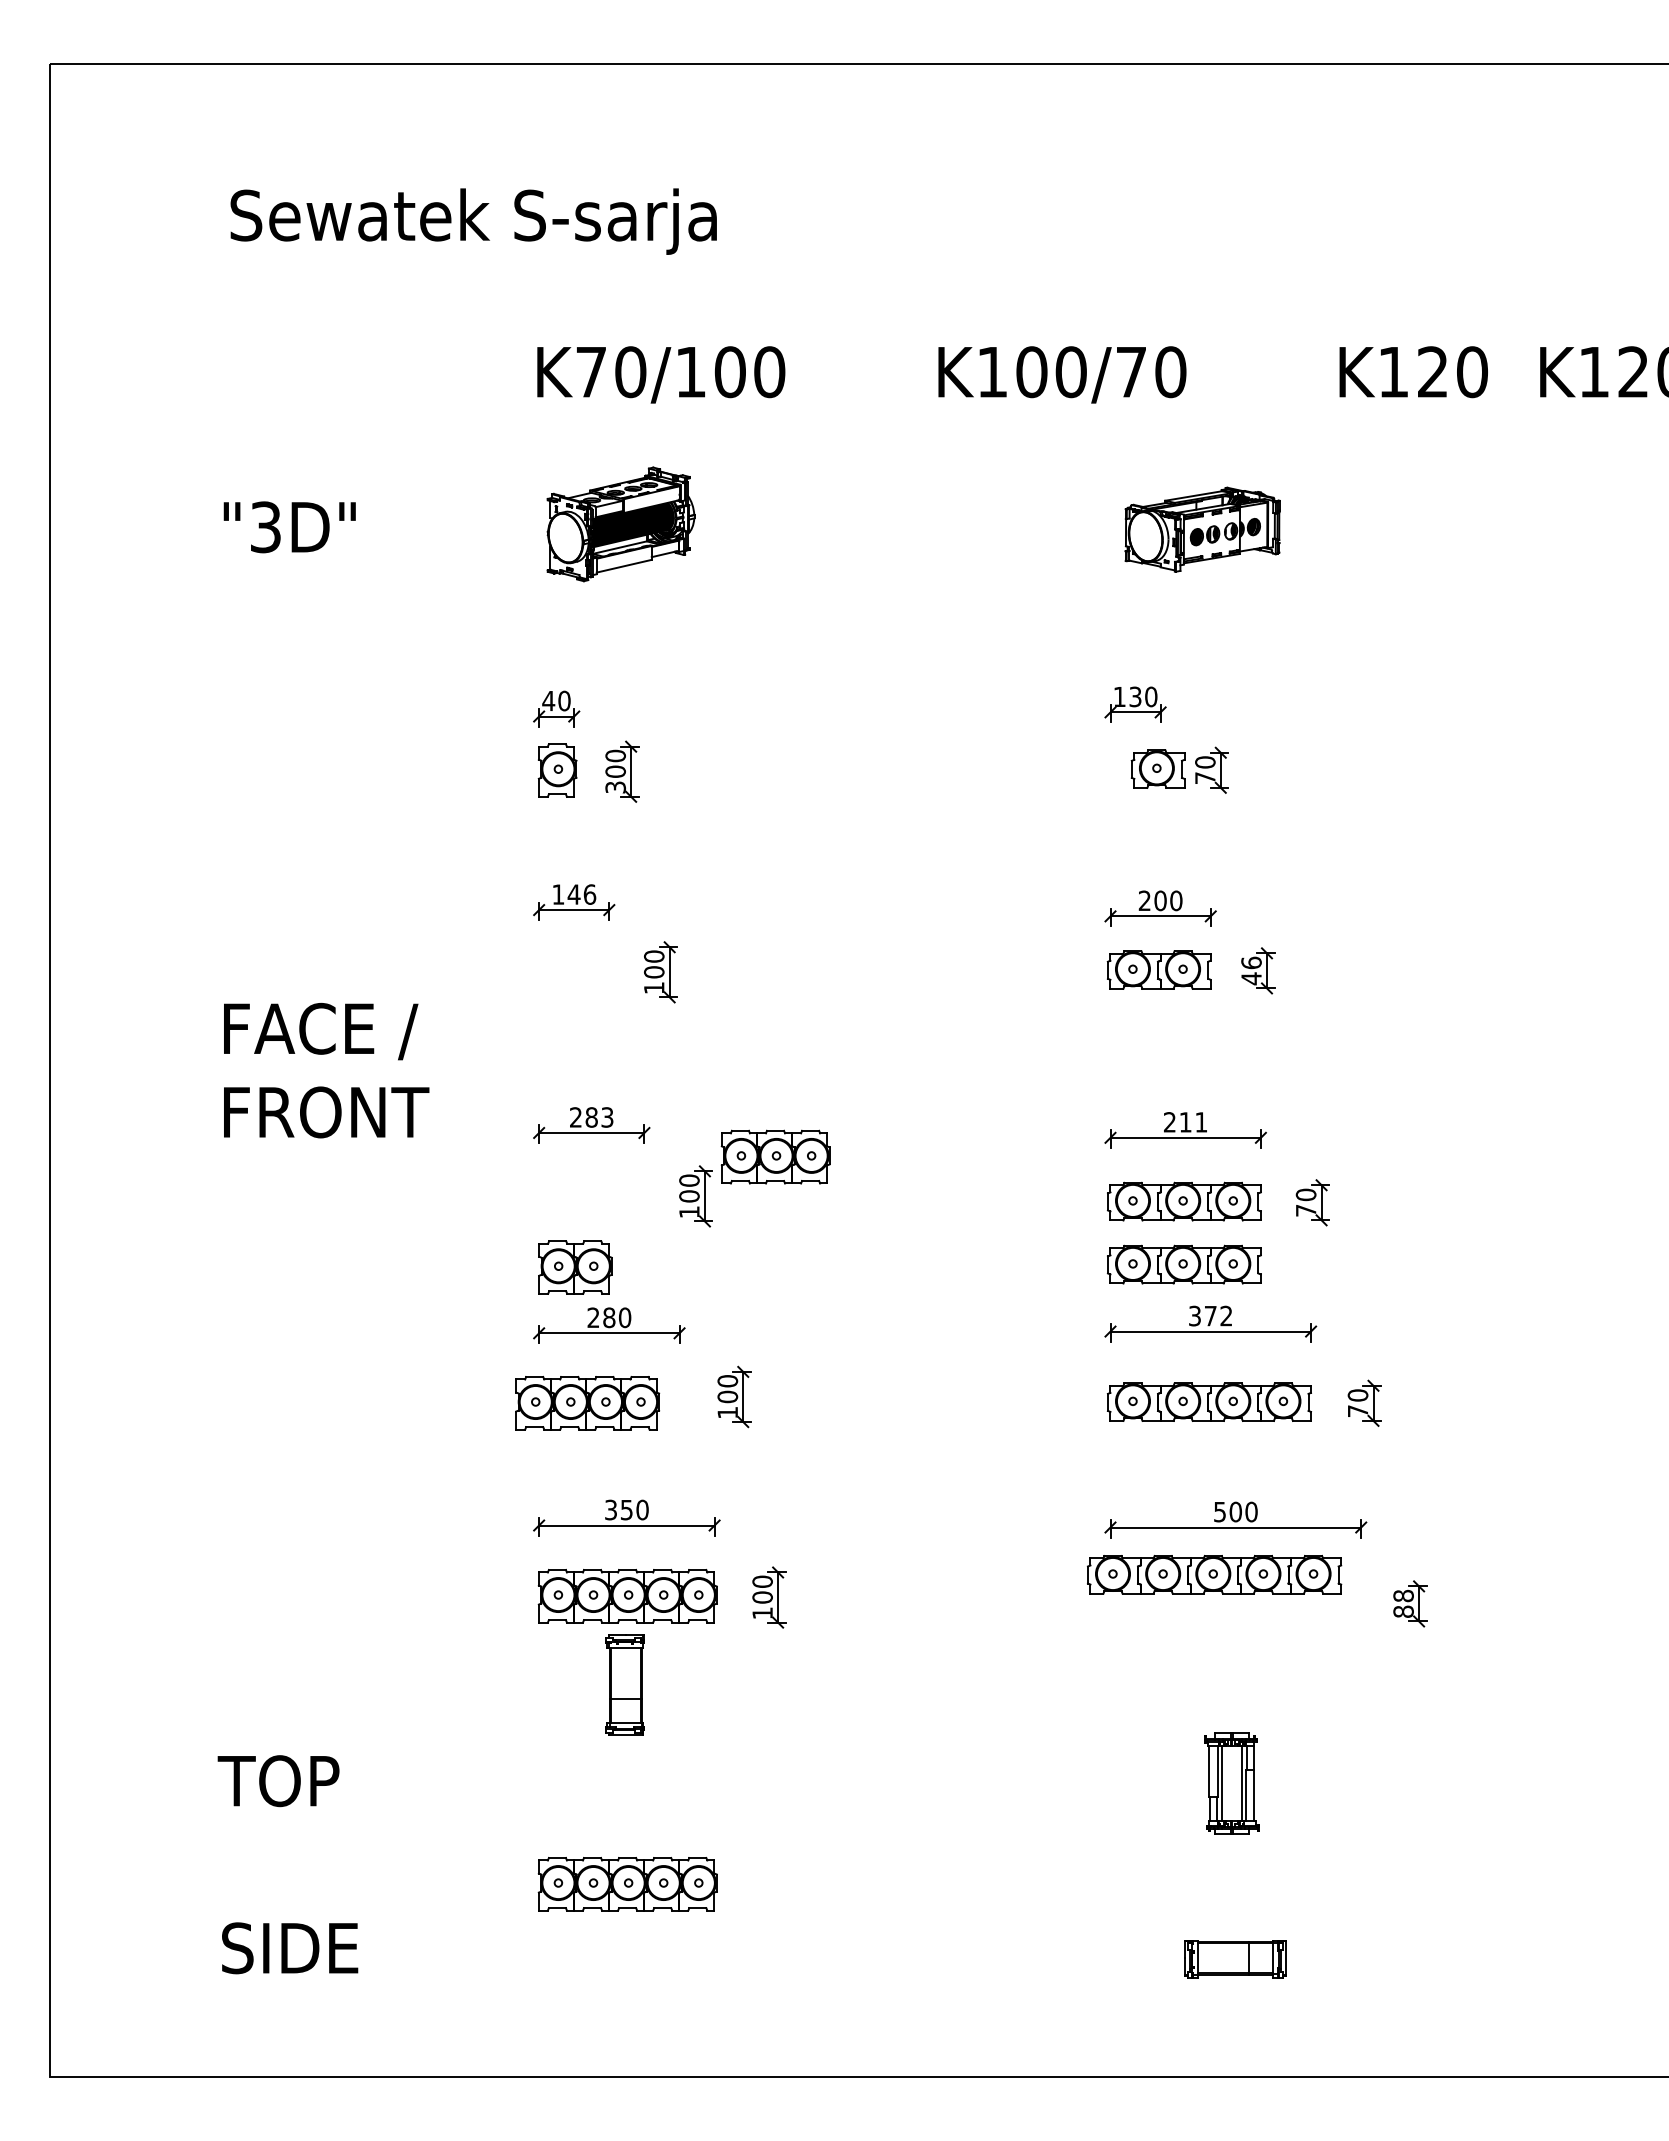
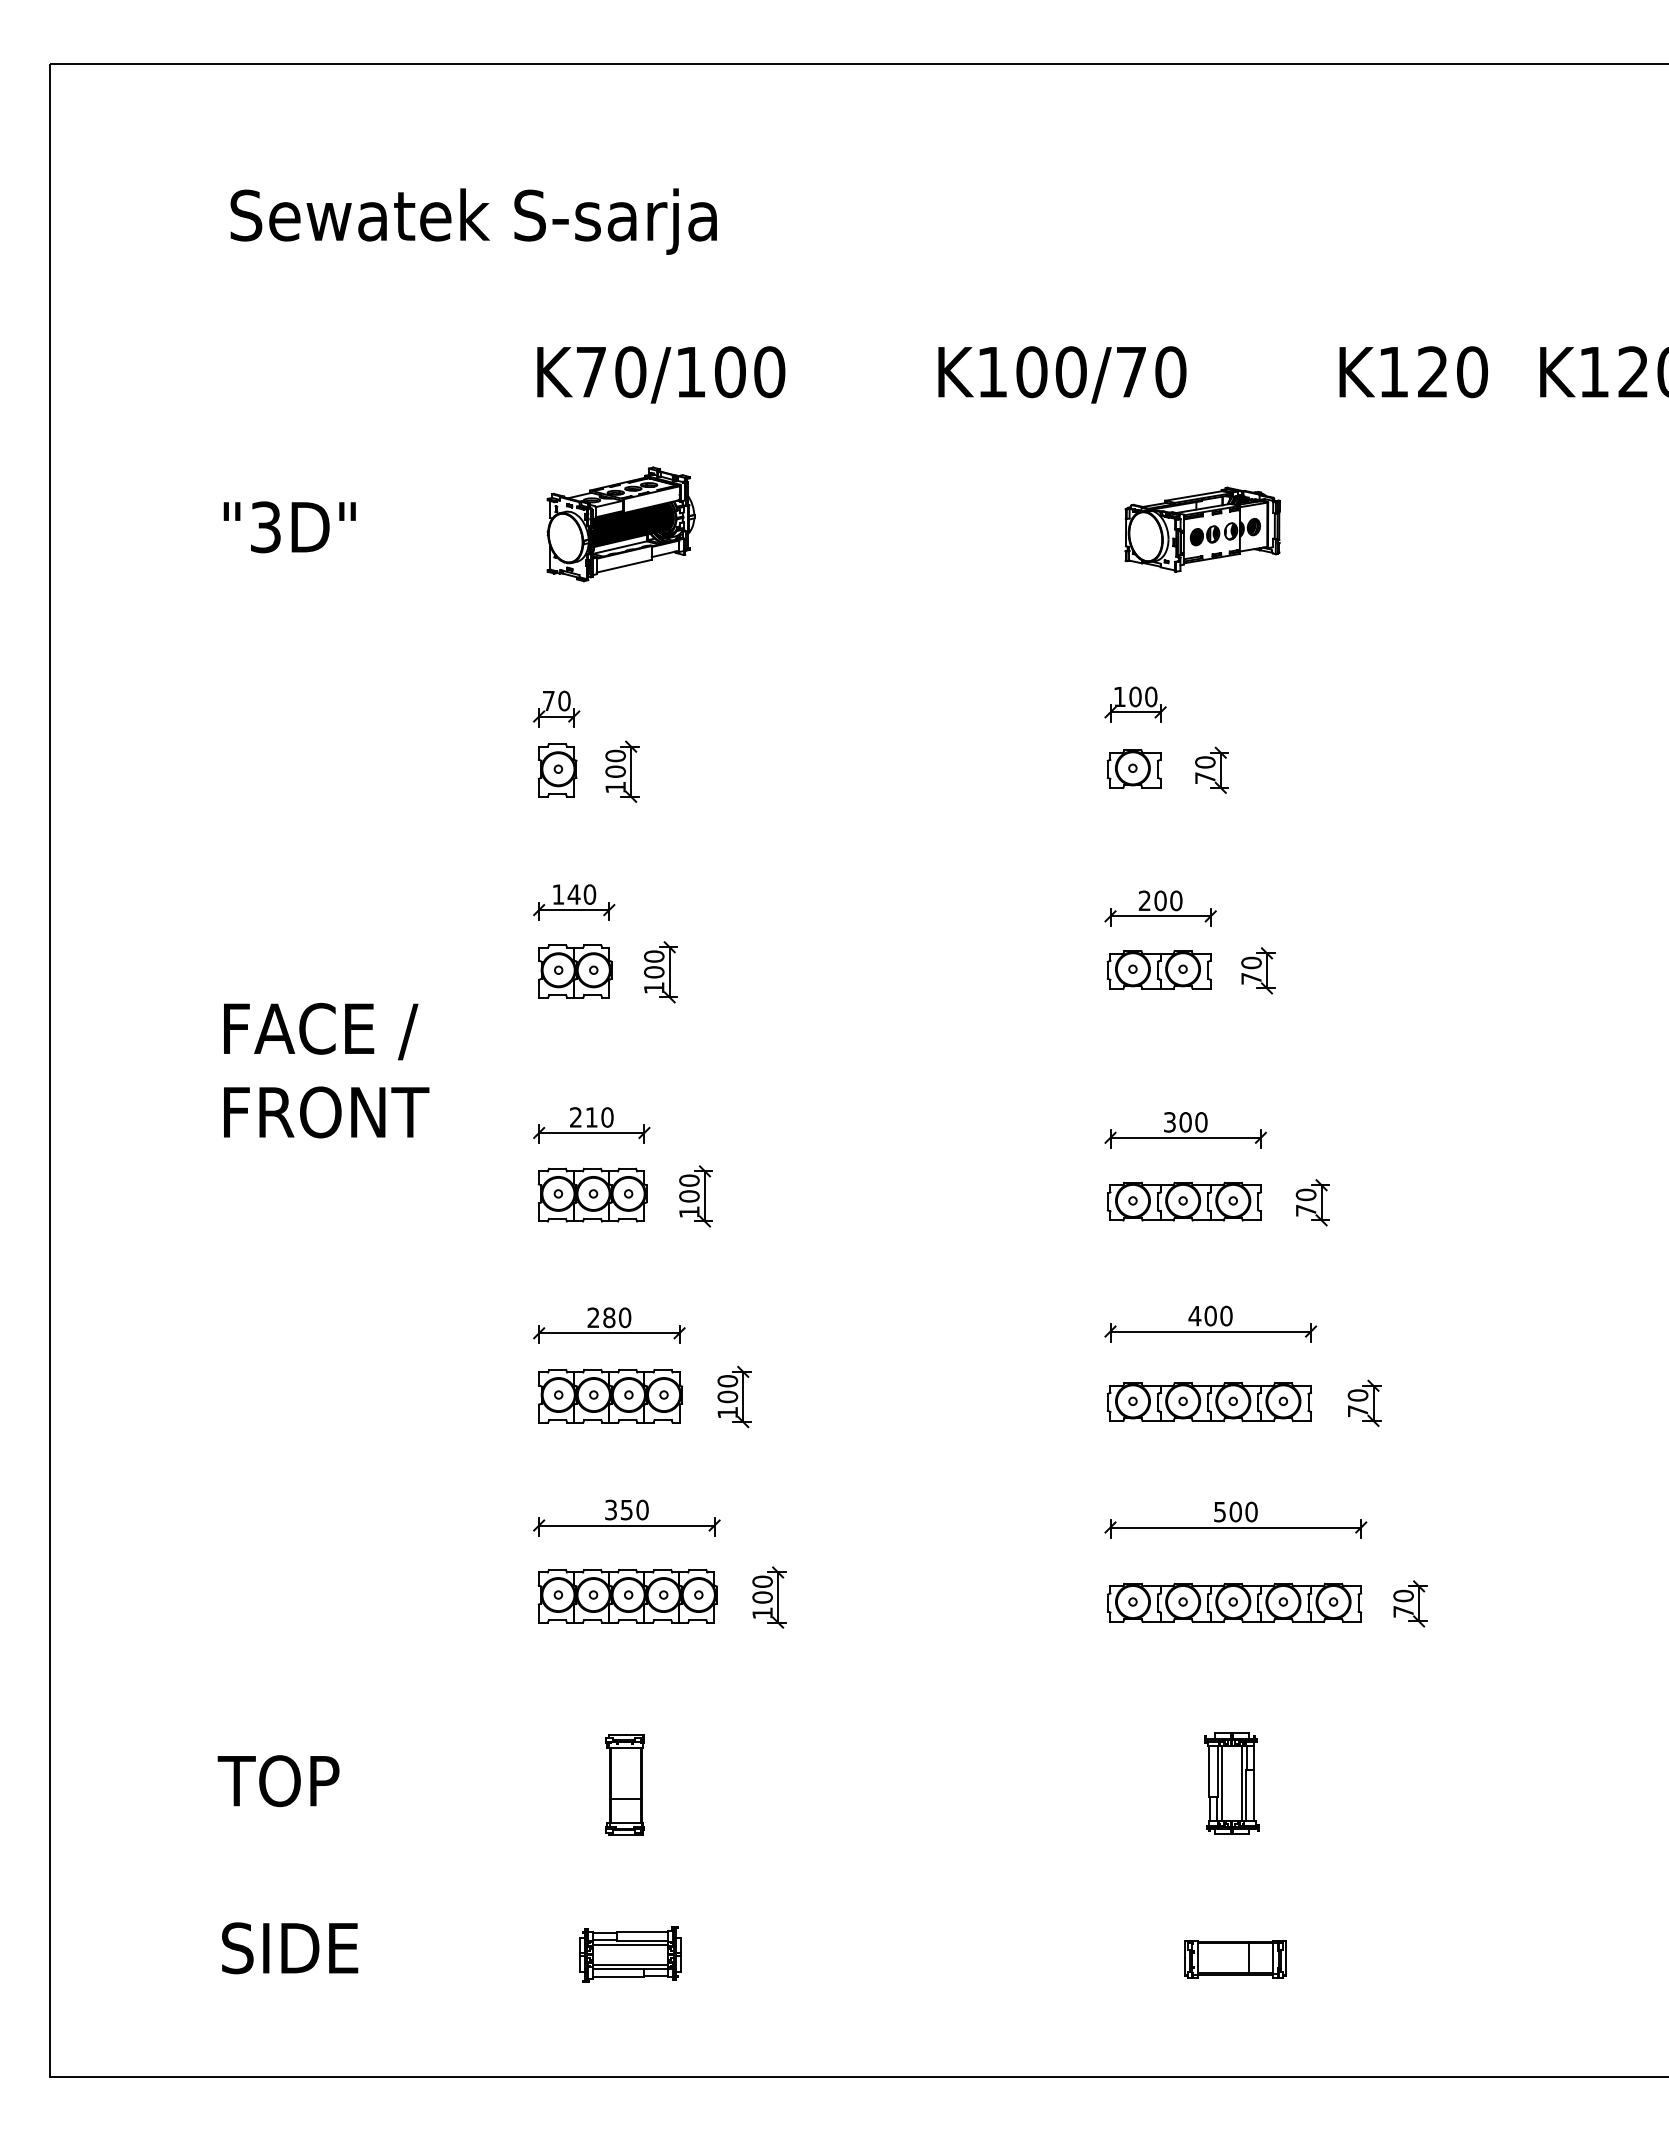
text at (1135, 696): 130 -> 100
text at (548, 700): 40 -> 70
part at (1157, 768) position: (1157, 768) -> (1133, 768)
text at (615, 787): 300 -> 100
text at (589, 894): 146 -> 140
text at (1251, 970): 46 -> 70
text at (599, 1117): 283 -> 210
text at (1185, 1122): 211 -> 300
part at (775, 1156) position: (775, 1156) -> (592, 1194)
part at (1184, 1264): present -> none
part at (575, 1267) position: (575, 1267) -> (575, 971)
text at (1210, 1315): 372 -> 400
part at (587, 1403) position: (587, 1403) -> (610, 1396)
part at (1214, 1574) position: (1214, 1574) -> (1234, 1602)
text at (1403, 1603): 88 -> 70
part at (624, 1684) position: (624, 1684) -> (624, 1784)
part at (627, 1884): present -> none
part at (630, 1954): none -> present
